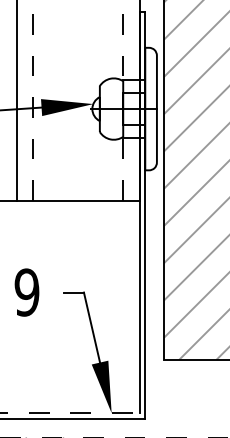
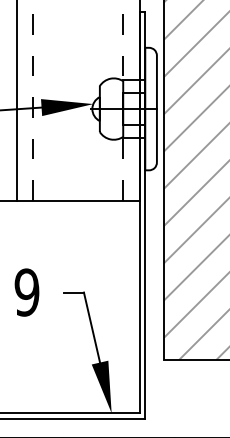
line at (70, 413): dashed -> solid
line at (115, 437): dashed -> solid
